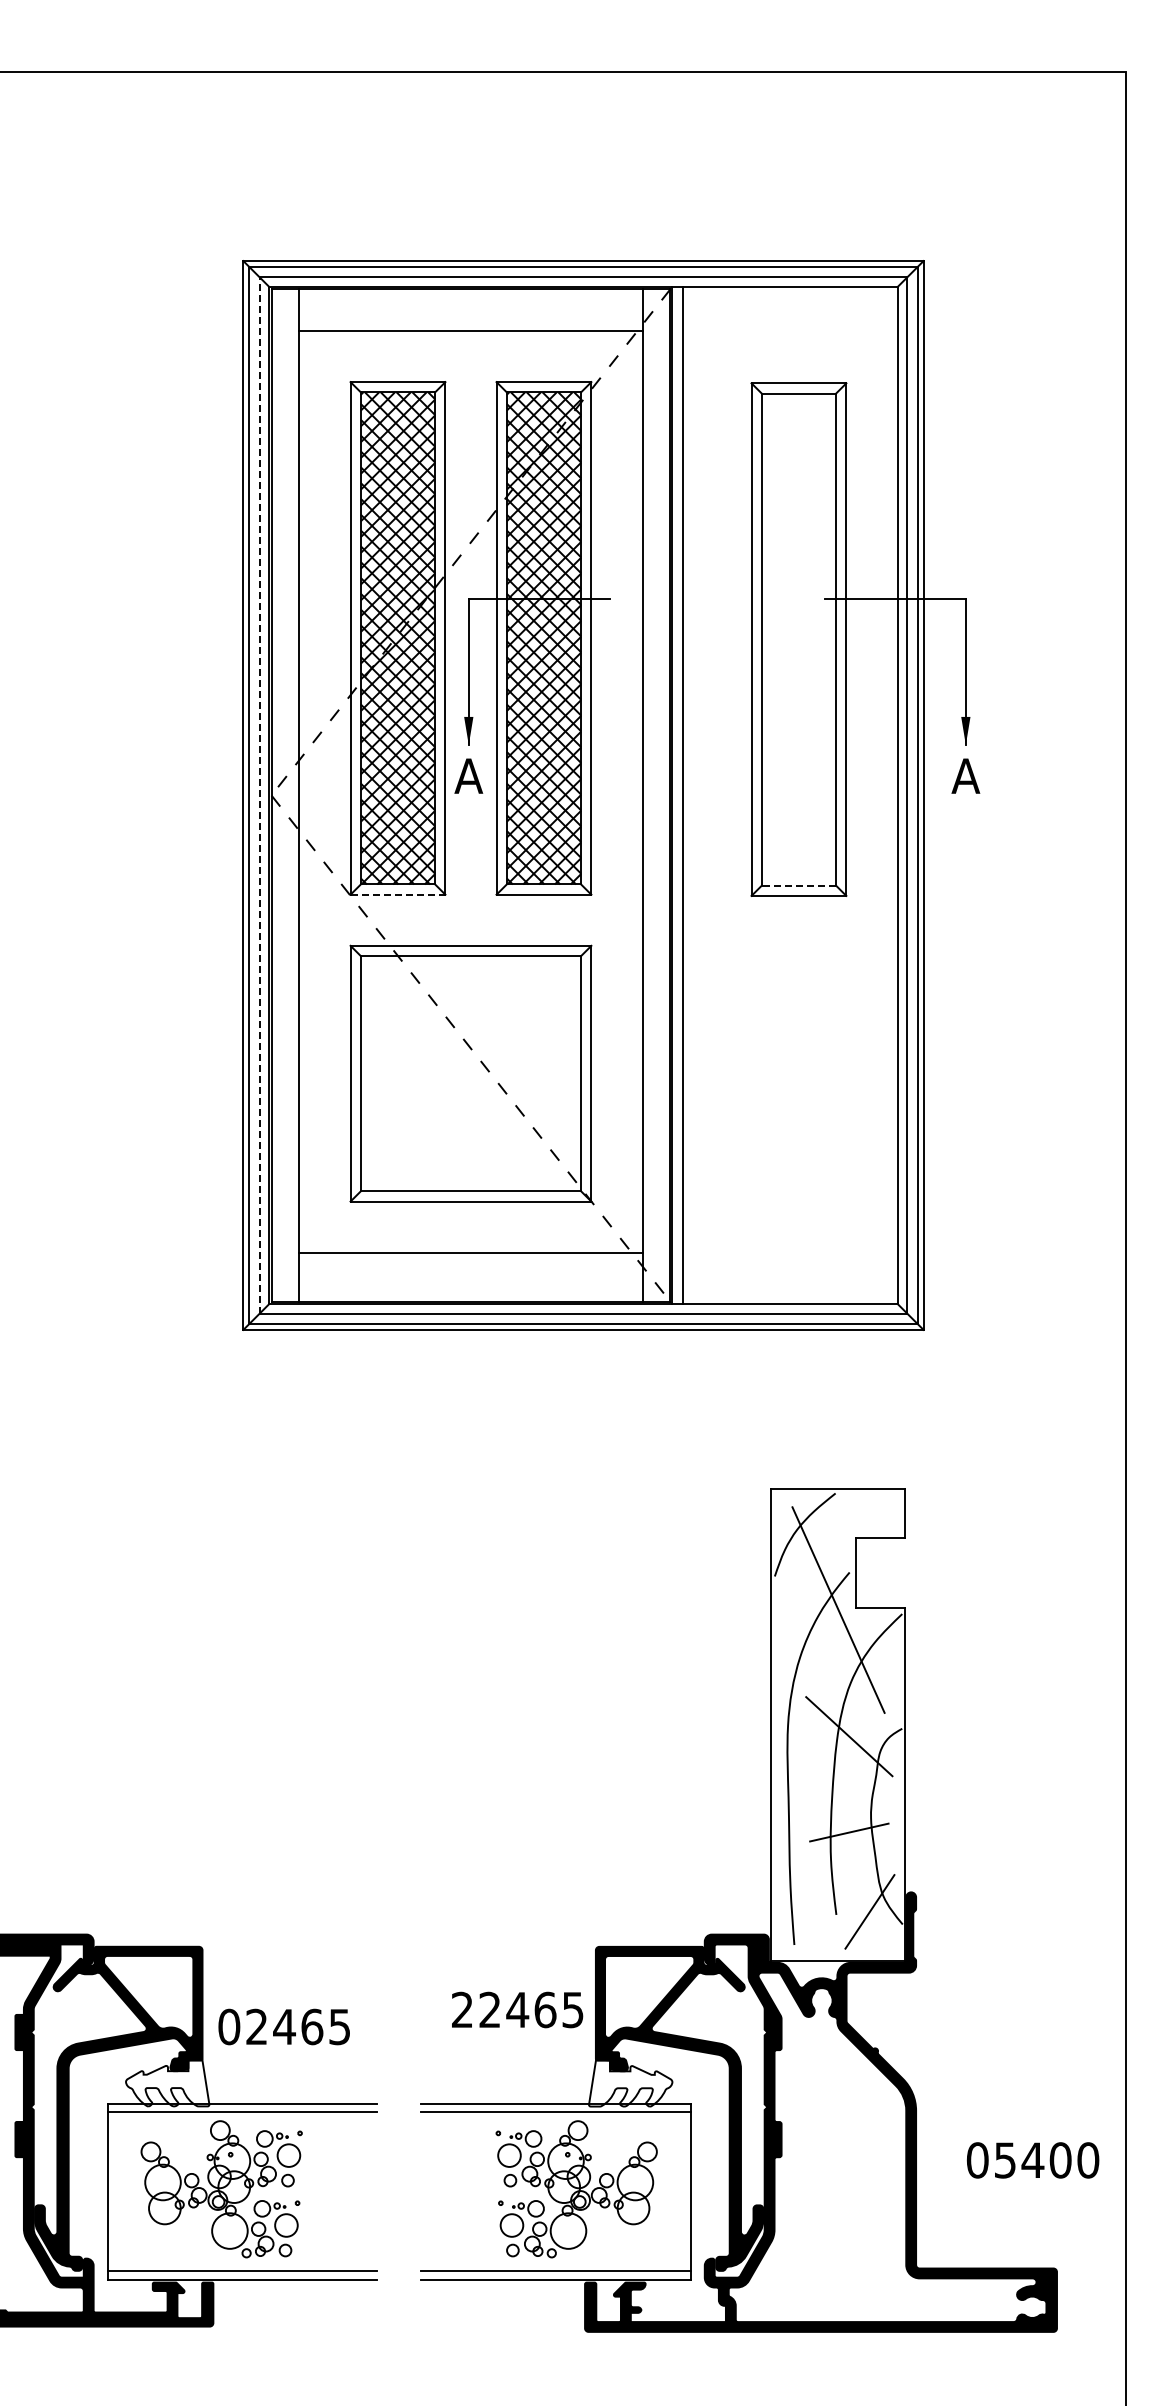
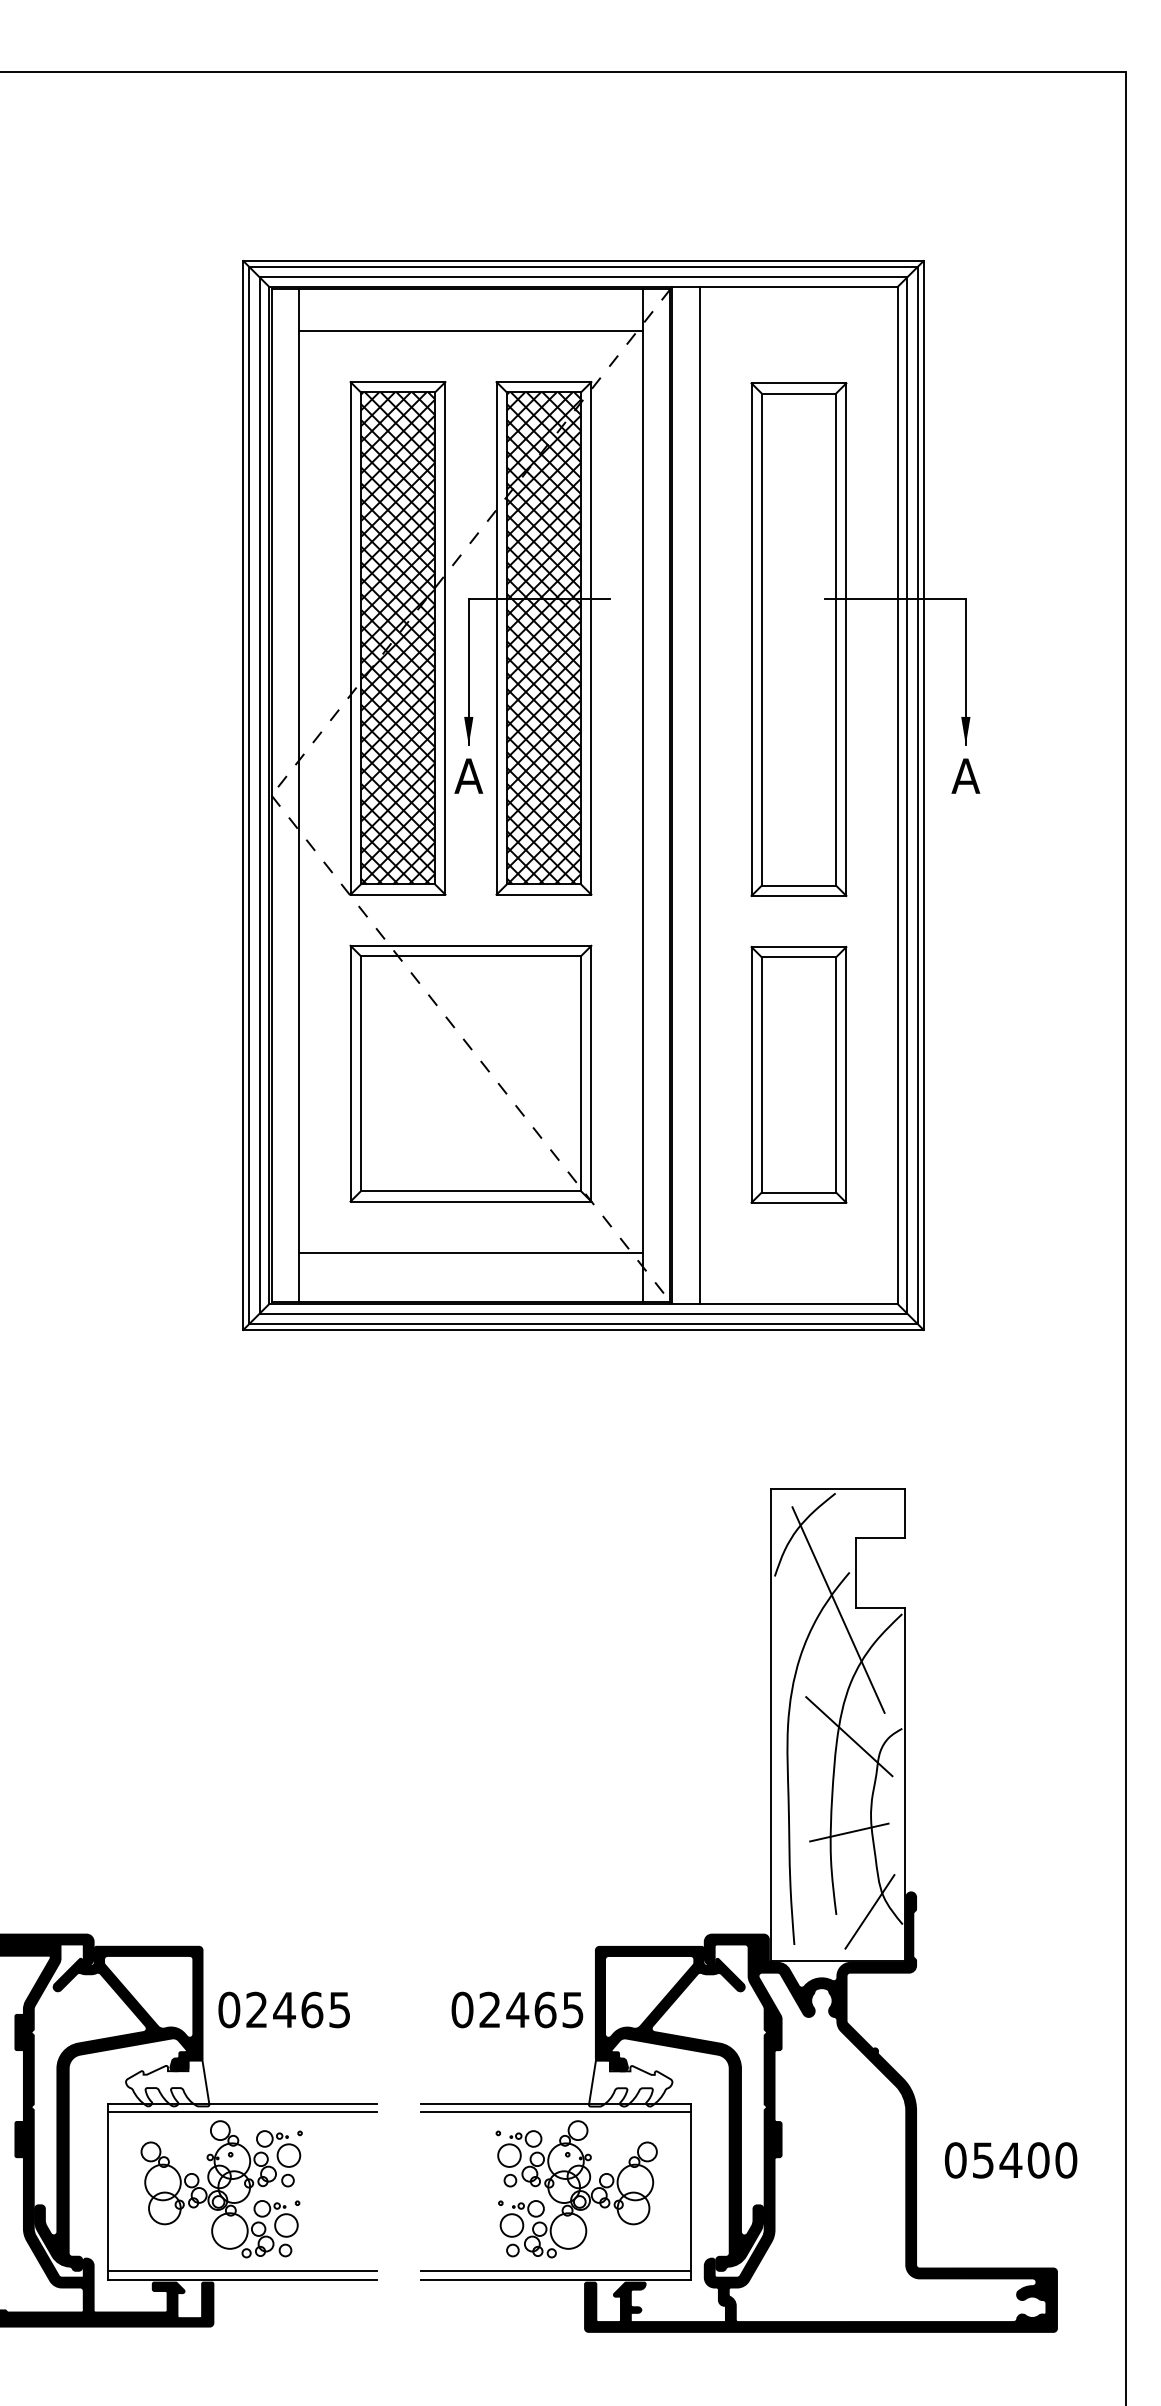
line at (259, 795): dashed -> solid
line at (683, 795) position: (683, 795) -> (700, 795)
line at (798, 885): dashed -> solid
line at (398, 894): dashed -> solid
part at (798, 1074): none -> present
text at (462, 2009): 22465 -> 02465
text at (283, 2026) position: (283, 2026) -> (283, 2009)
text at (1032, 2160) position: (1032, 2160) -> (1010, 2160)
